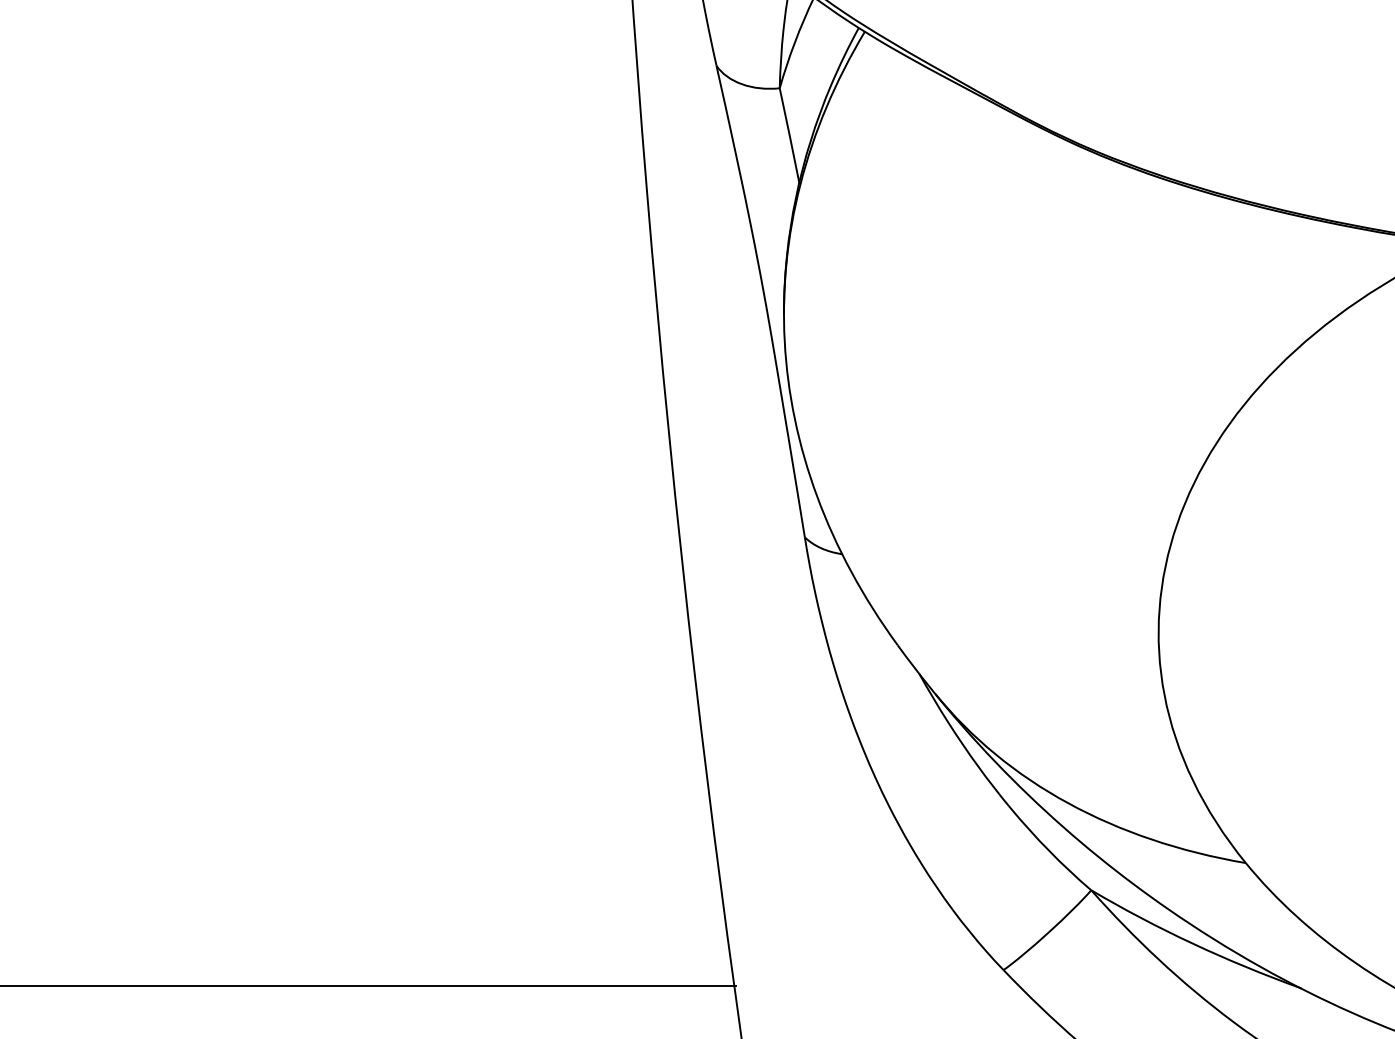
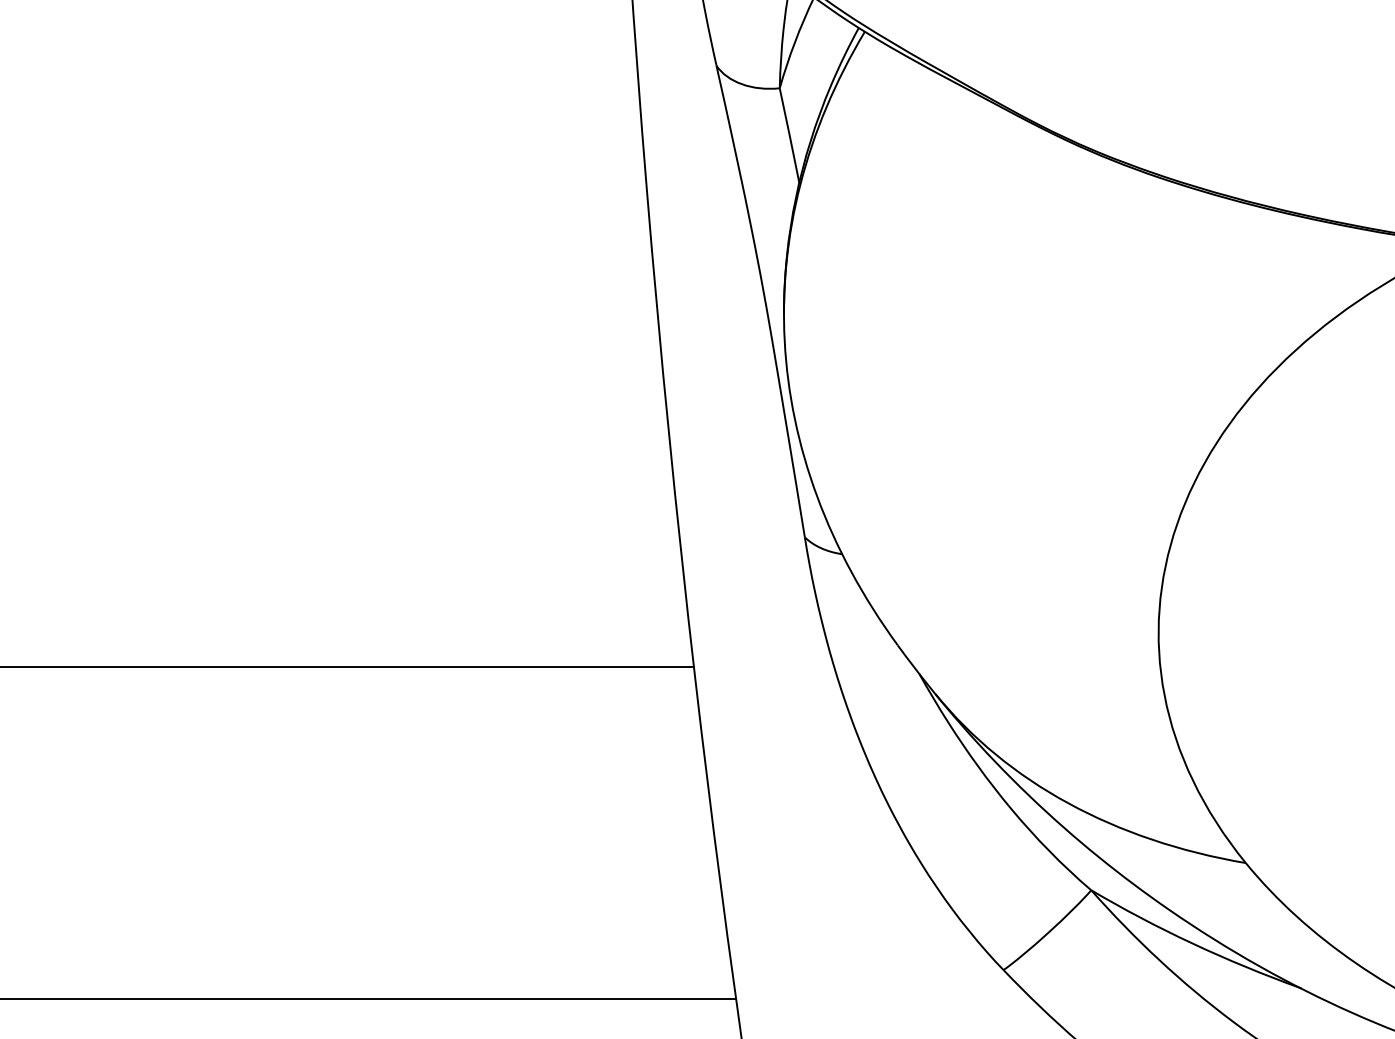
line at (347, 666): none -> present
line at (369, 986) position: (369, 986) -> (369, 999)
